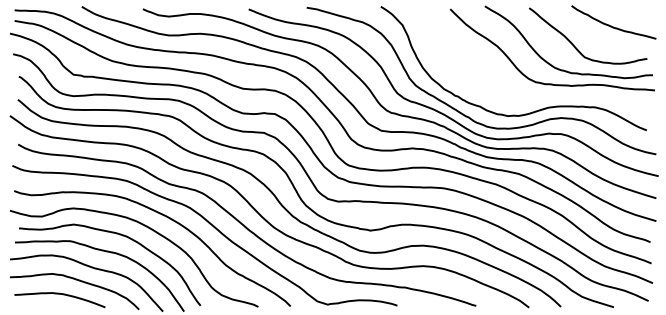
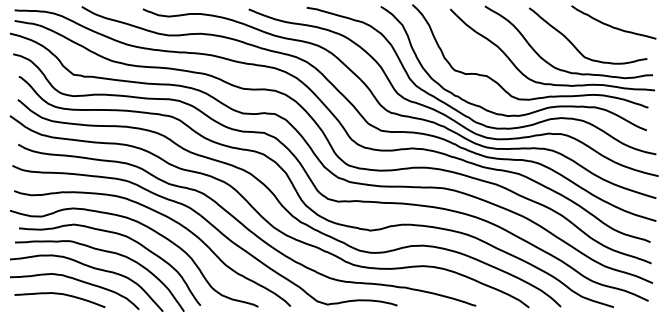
curve at (501, 85): none -> present
